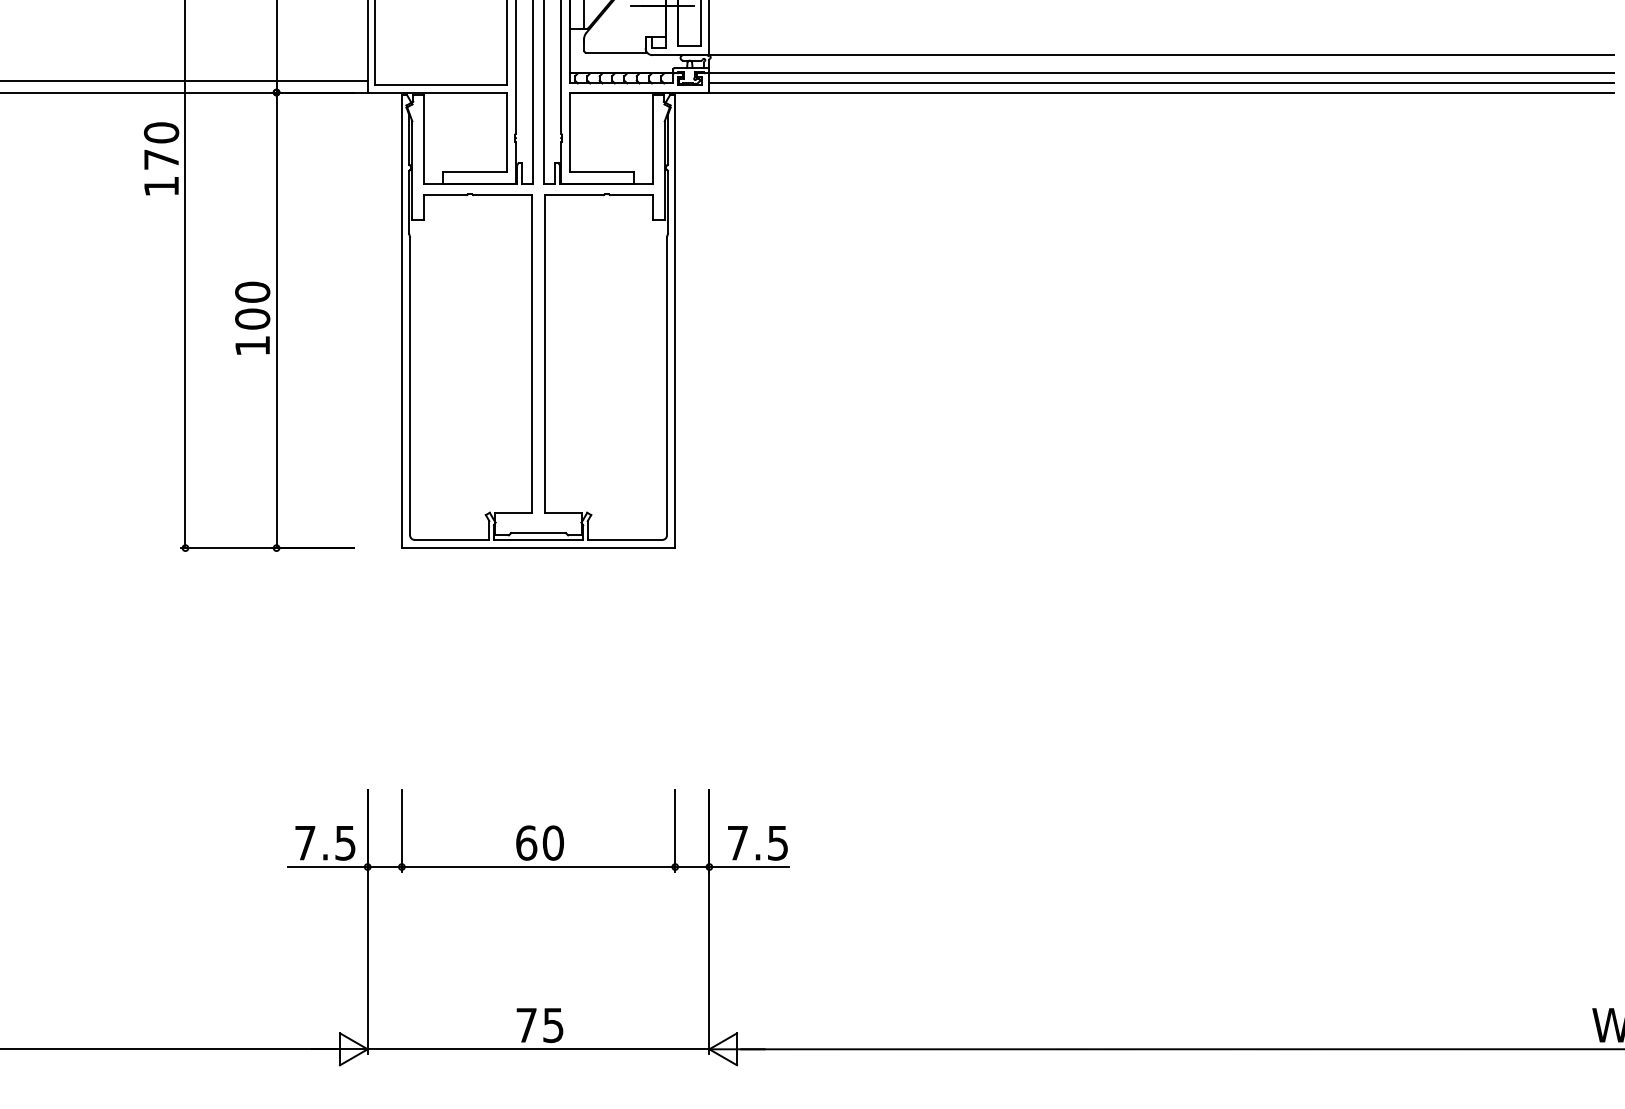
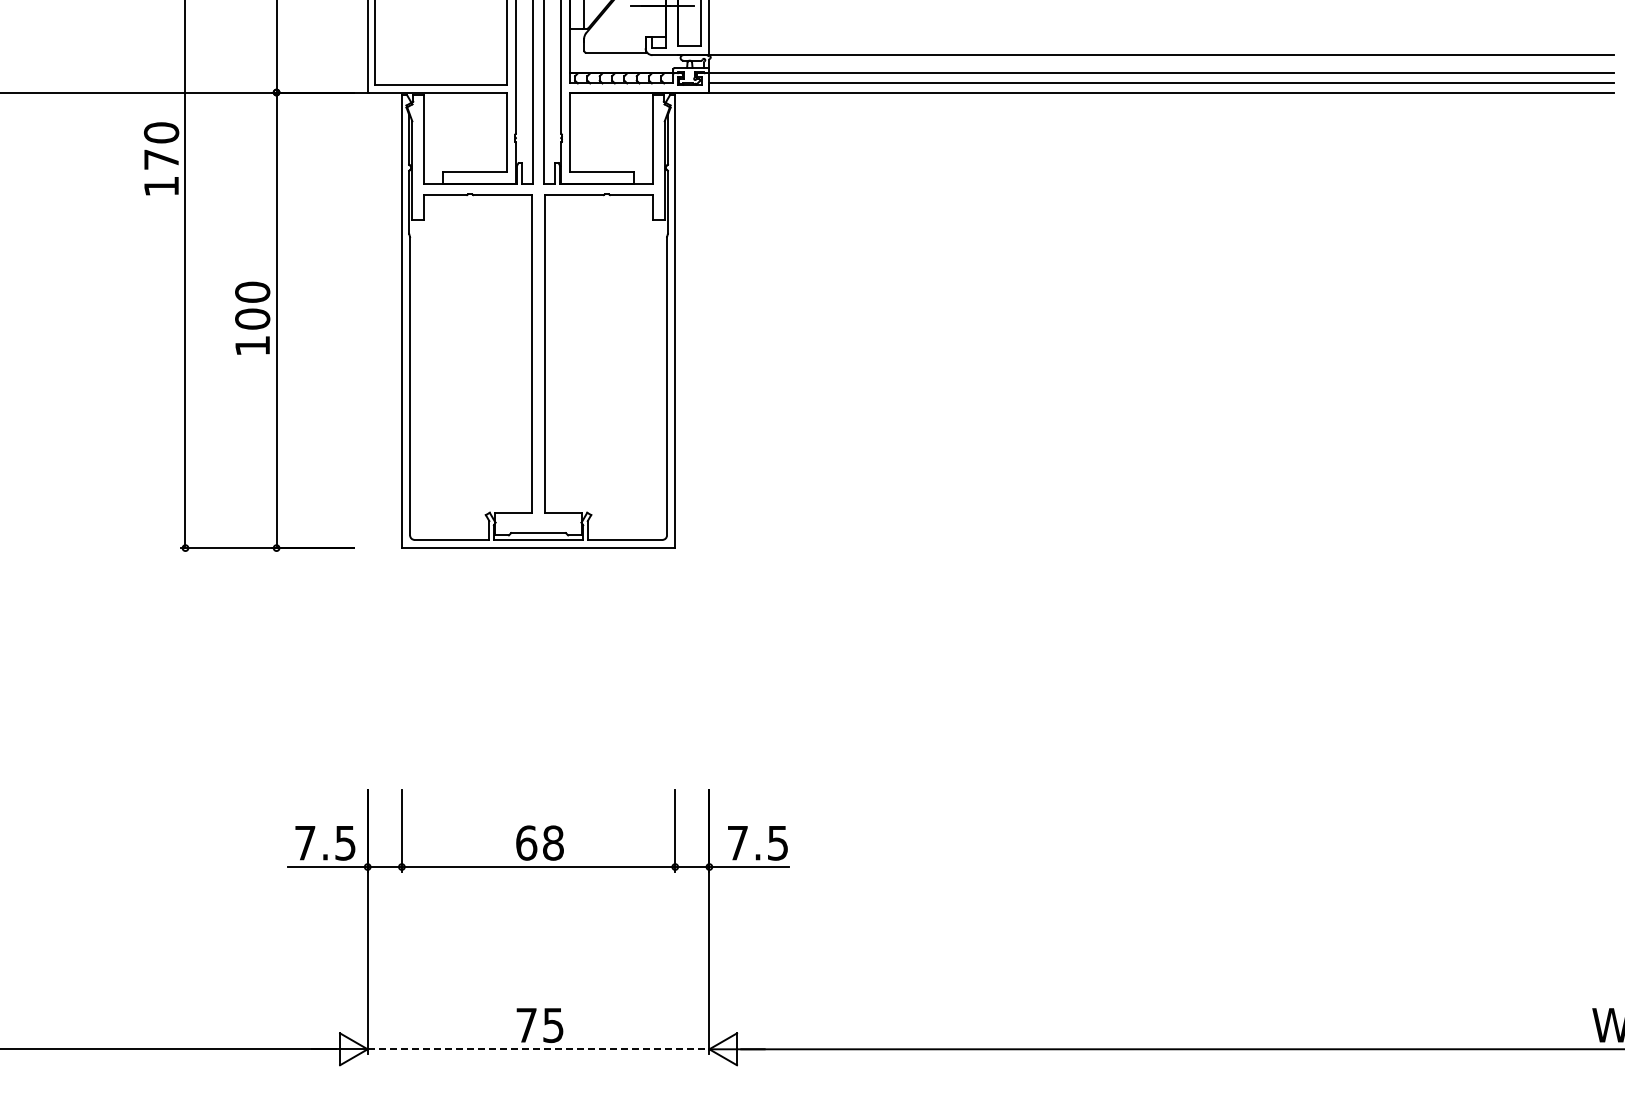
line at (184, 81): present -> none
text at (552, 842): 60 -> 68
line at (538, 1049): solid -> dashed
